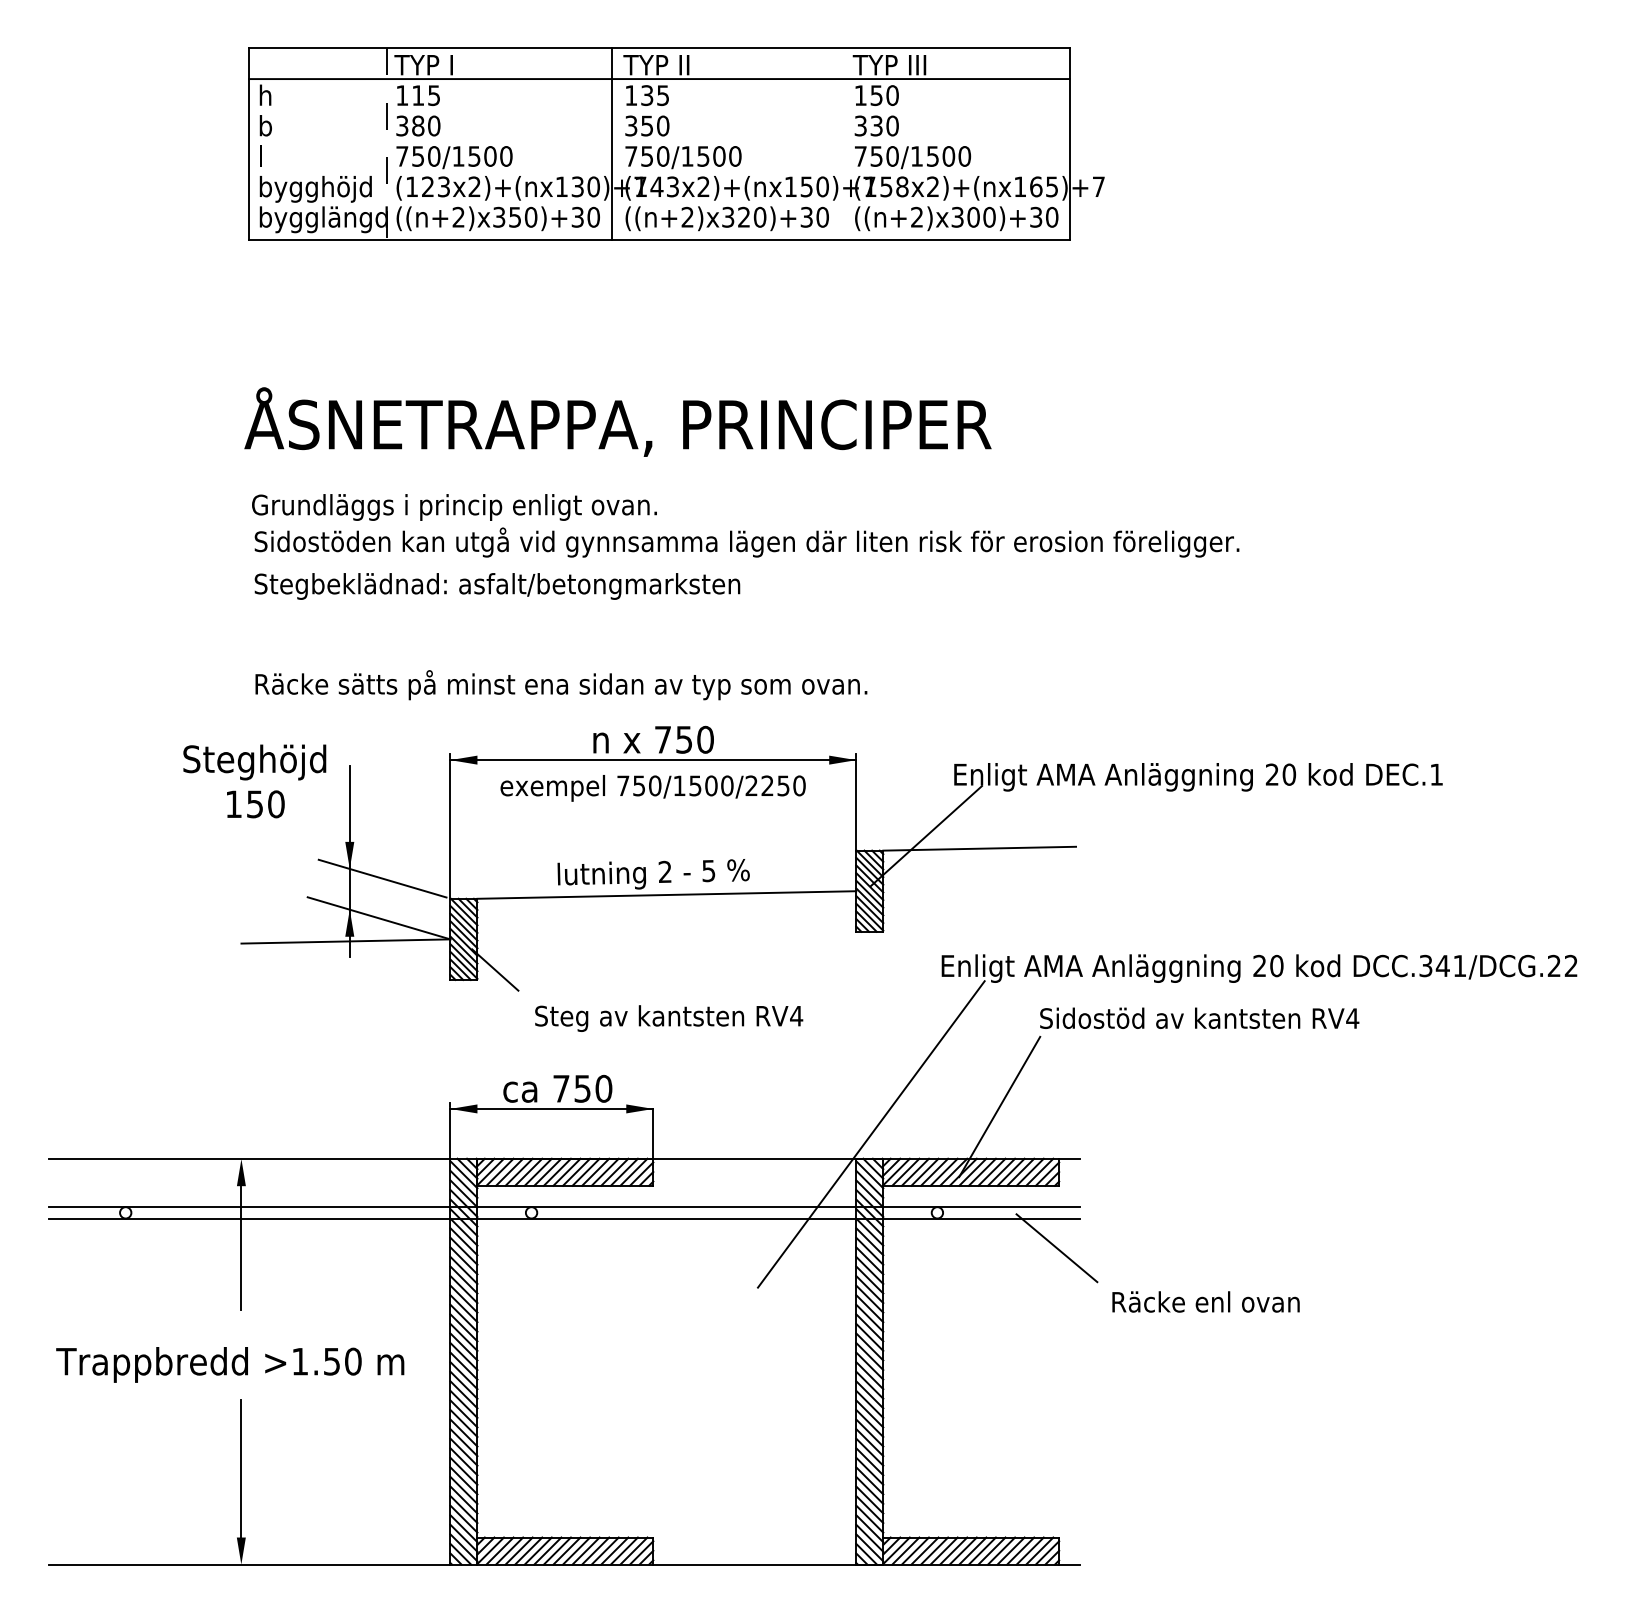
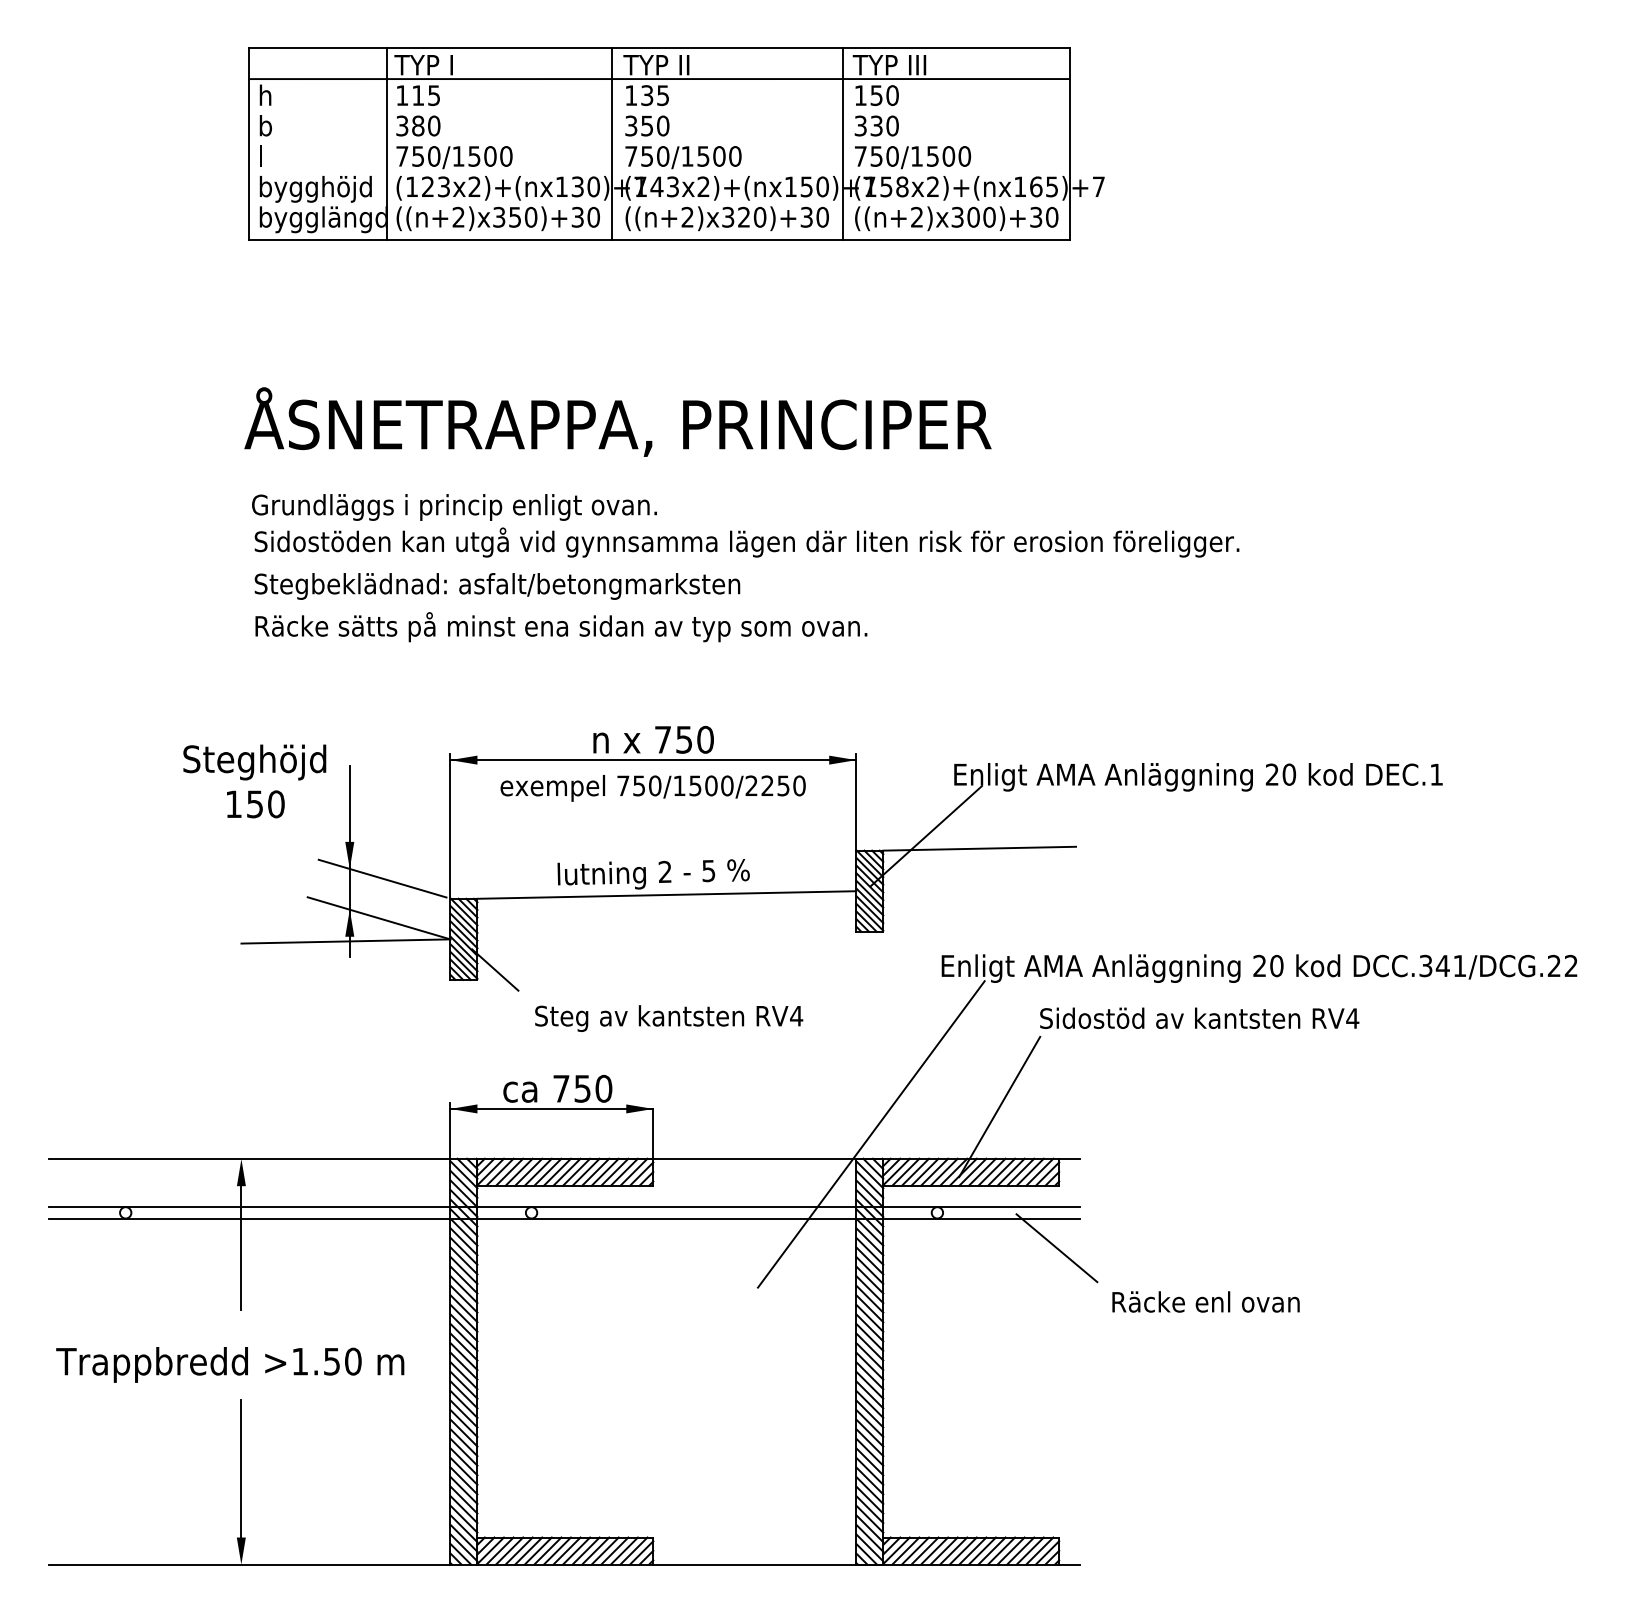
line at (843, 143): none -> present
line at (387, 144): dashed -> solid
text at (561, 685) position: (561, 685) -> (561, 627)
